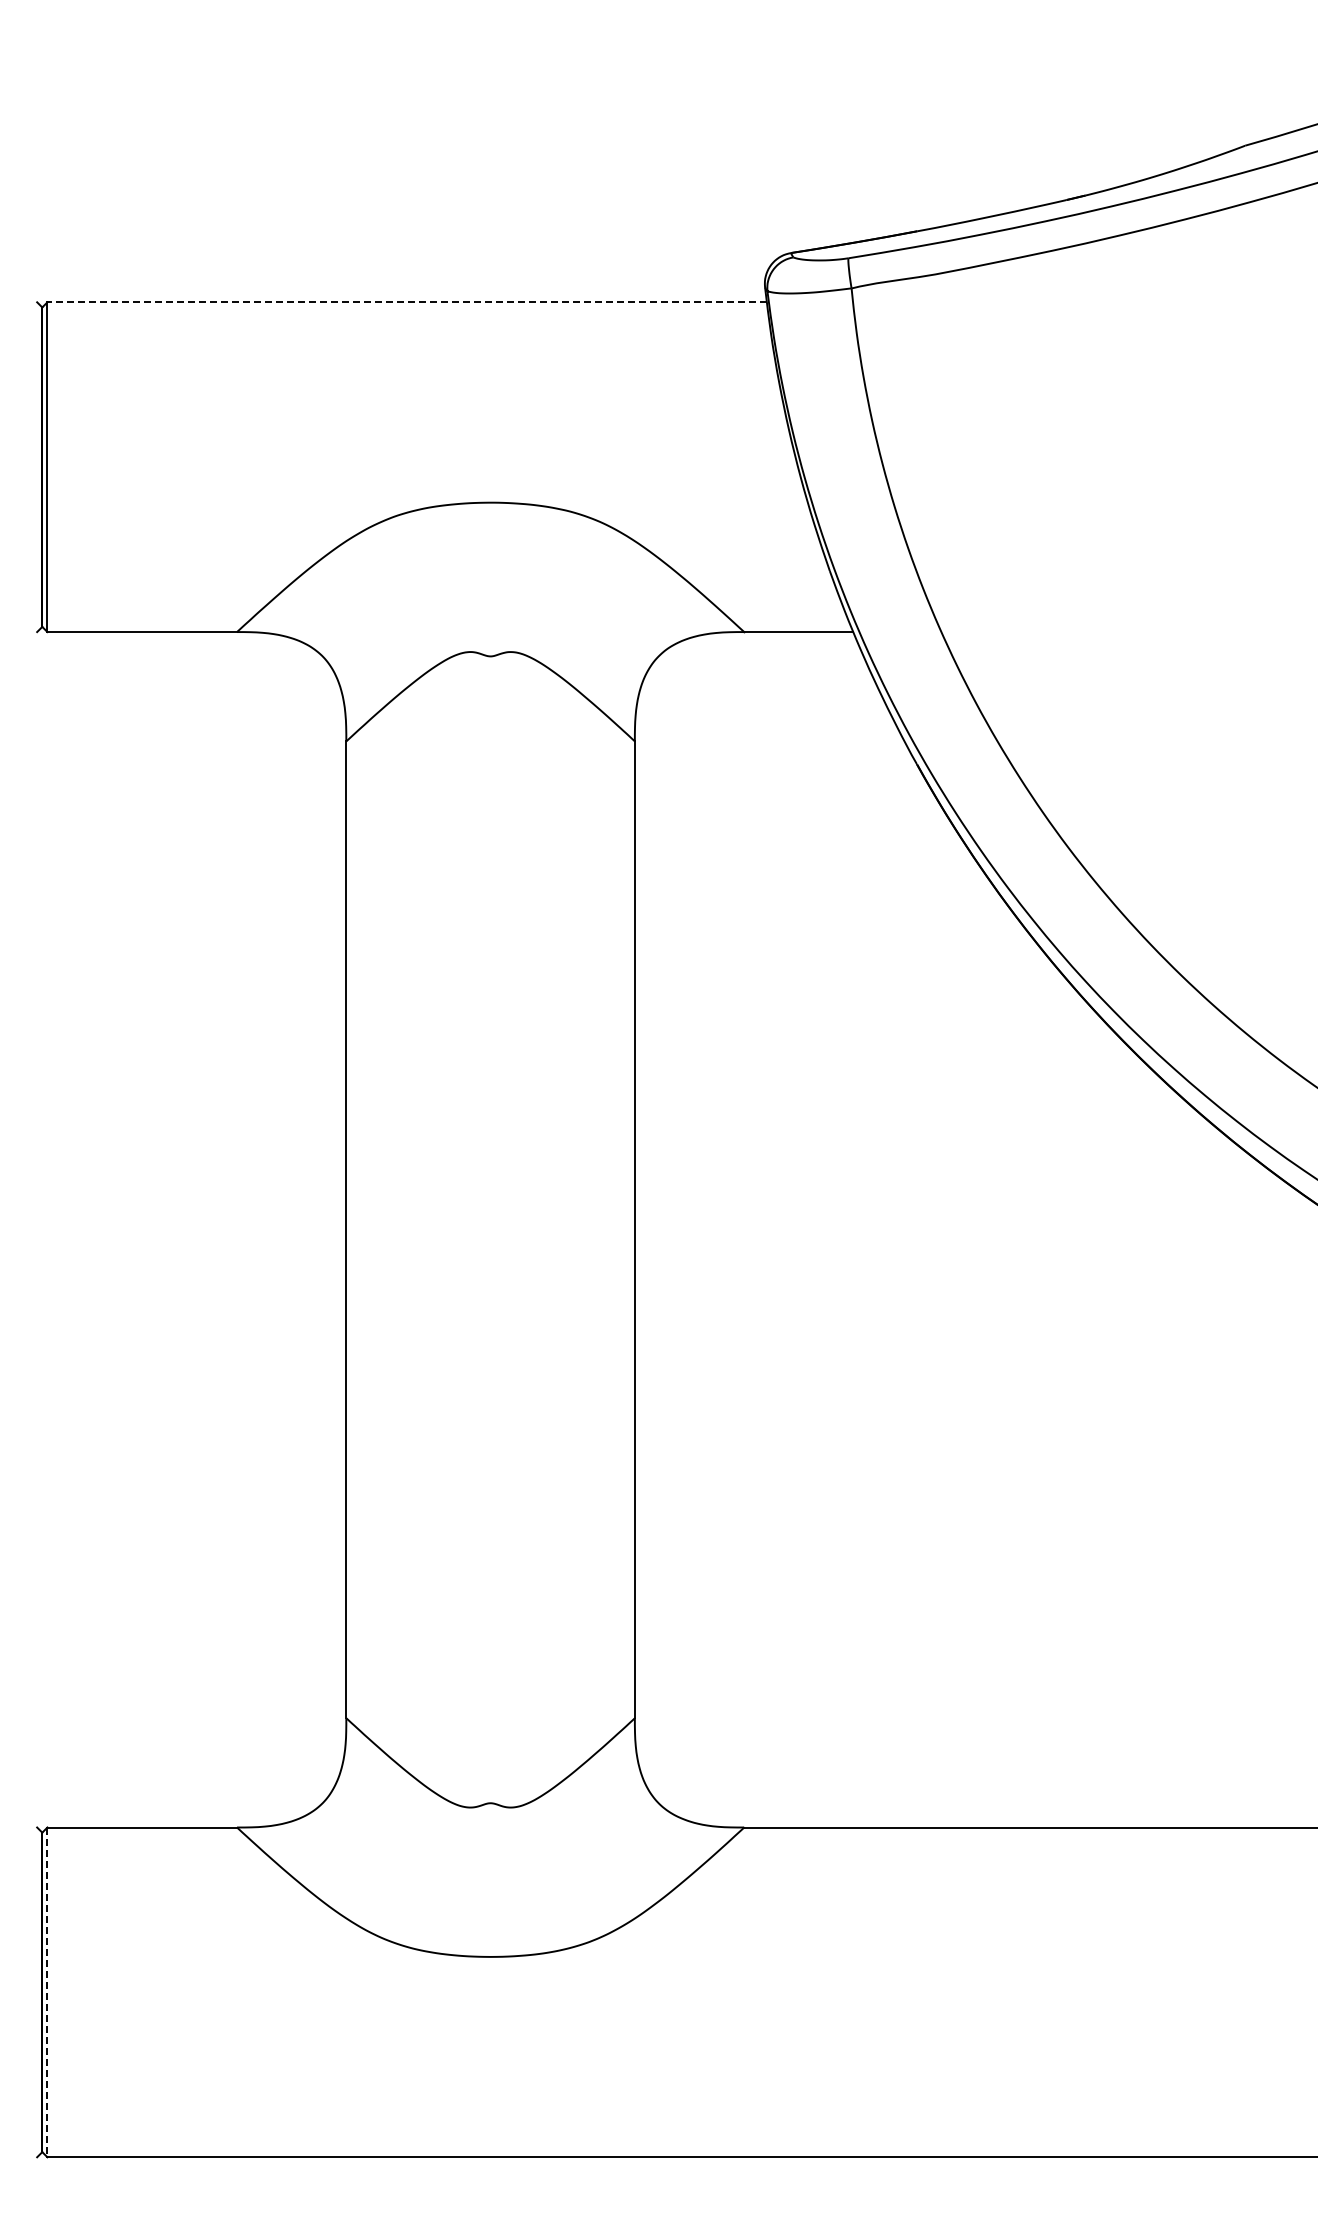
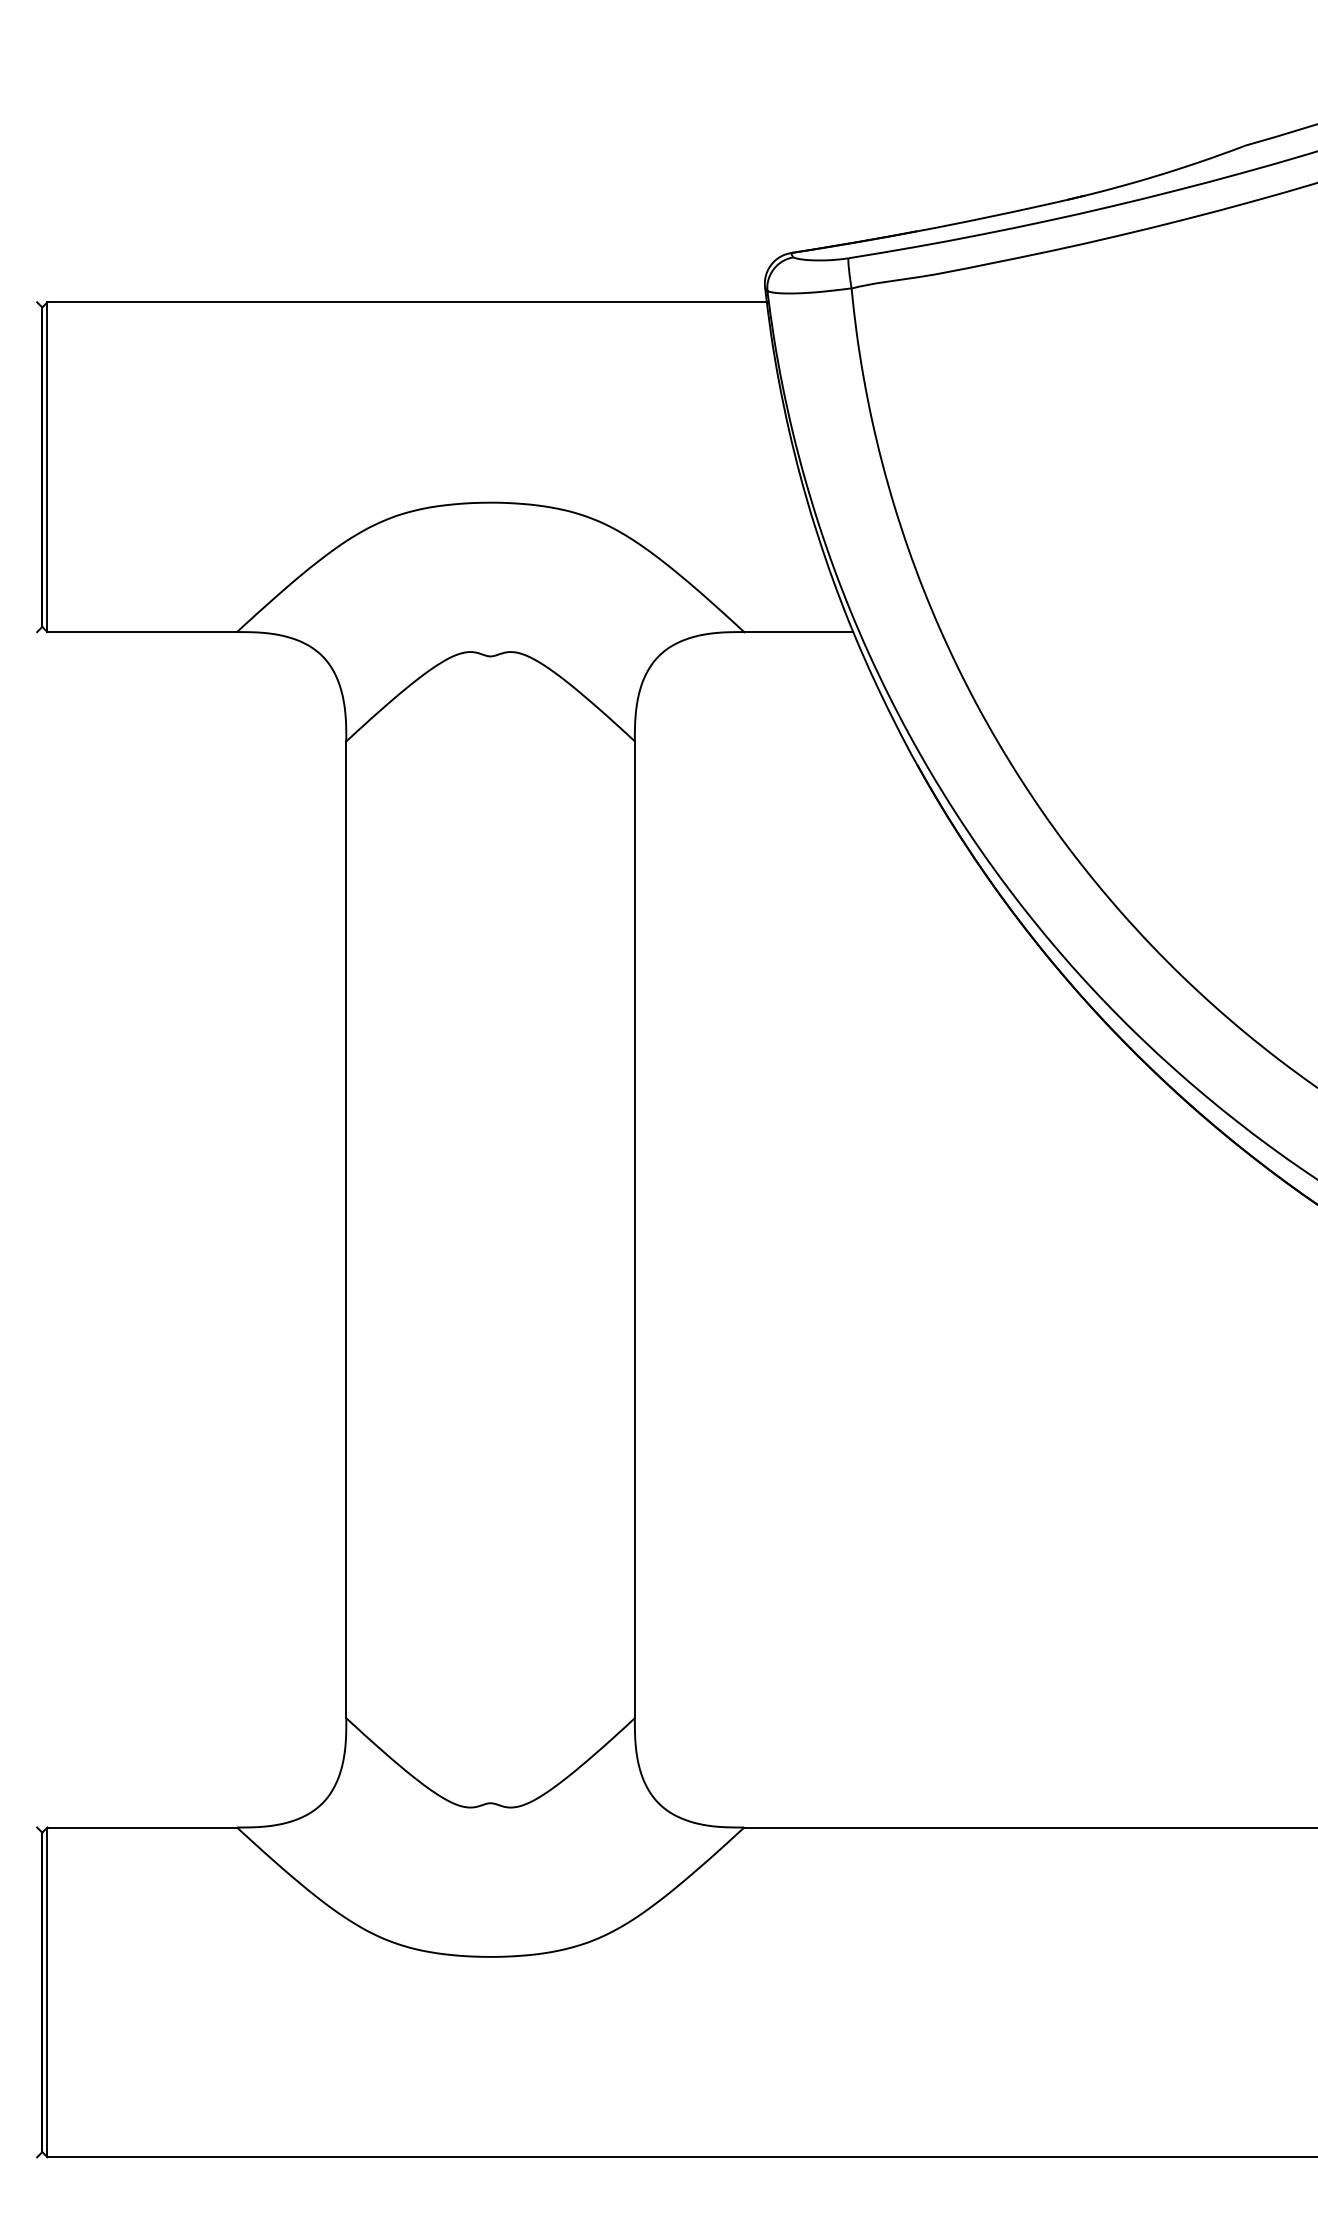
line at (407, 302): dashed -> solid
line at (47, 1992): dashed -> solid
